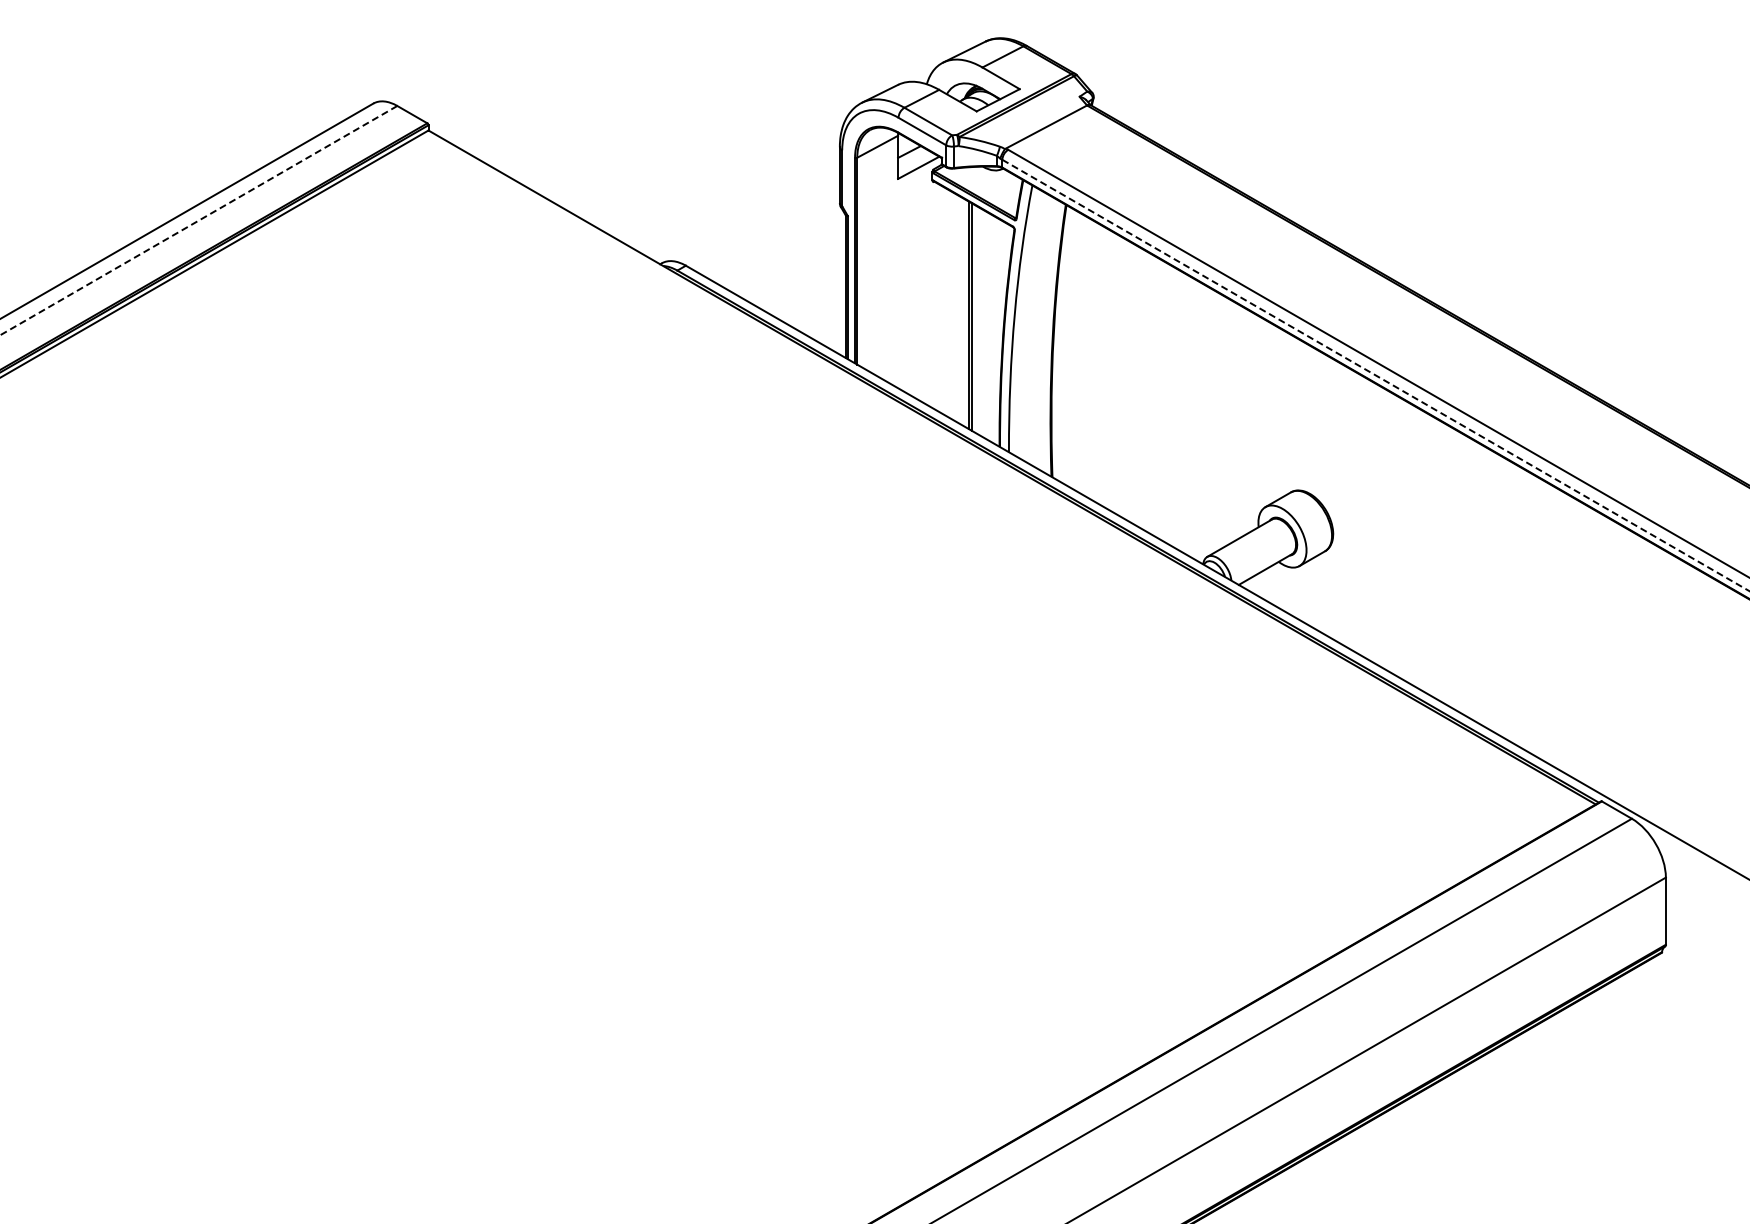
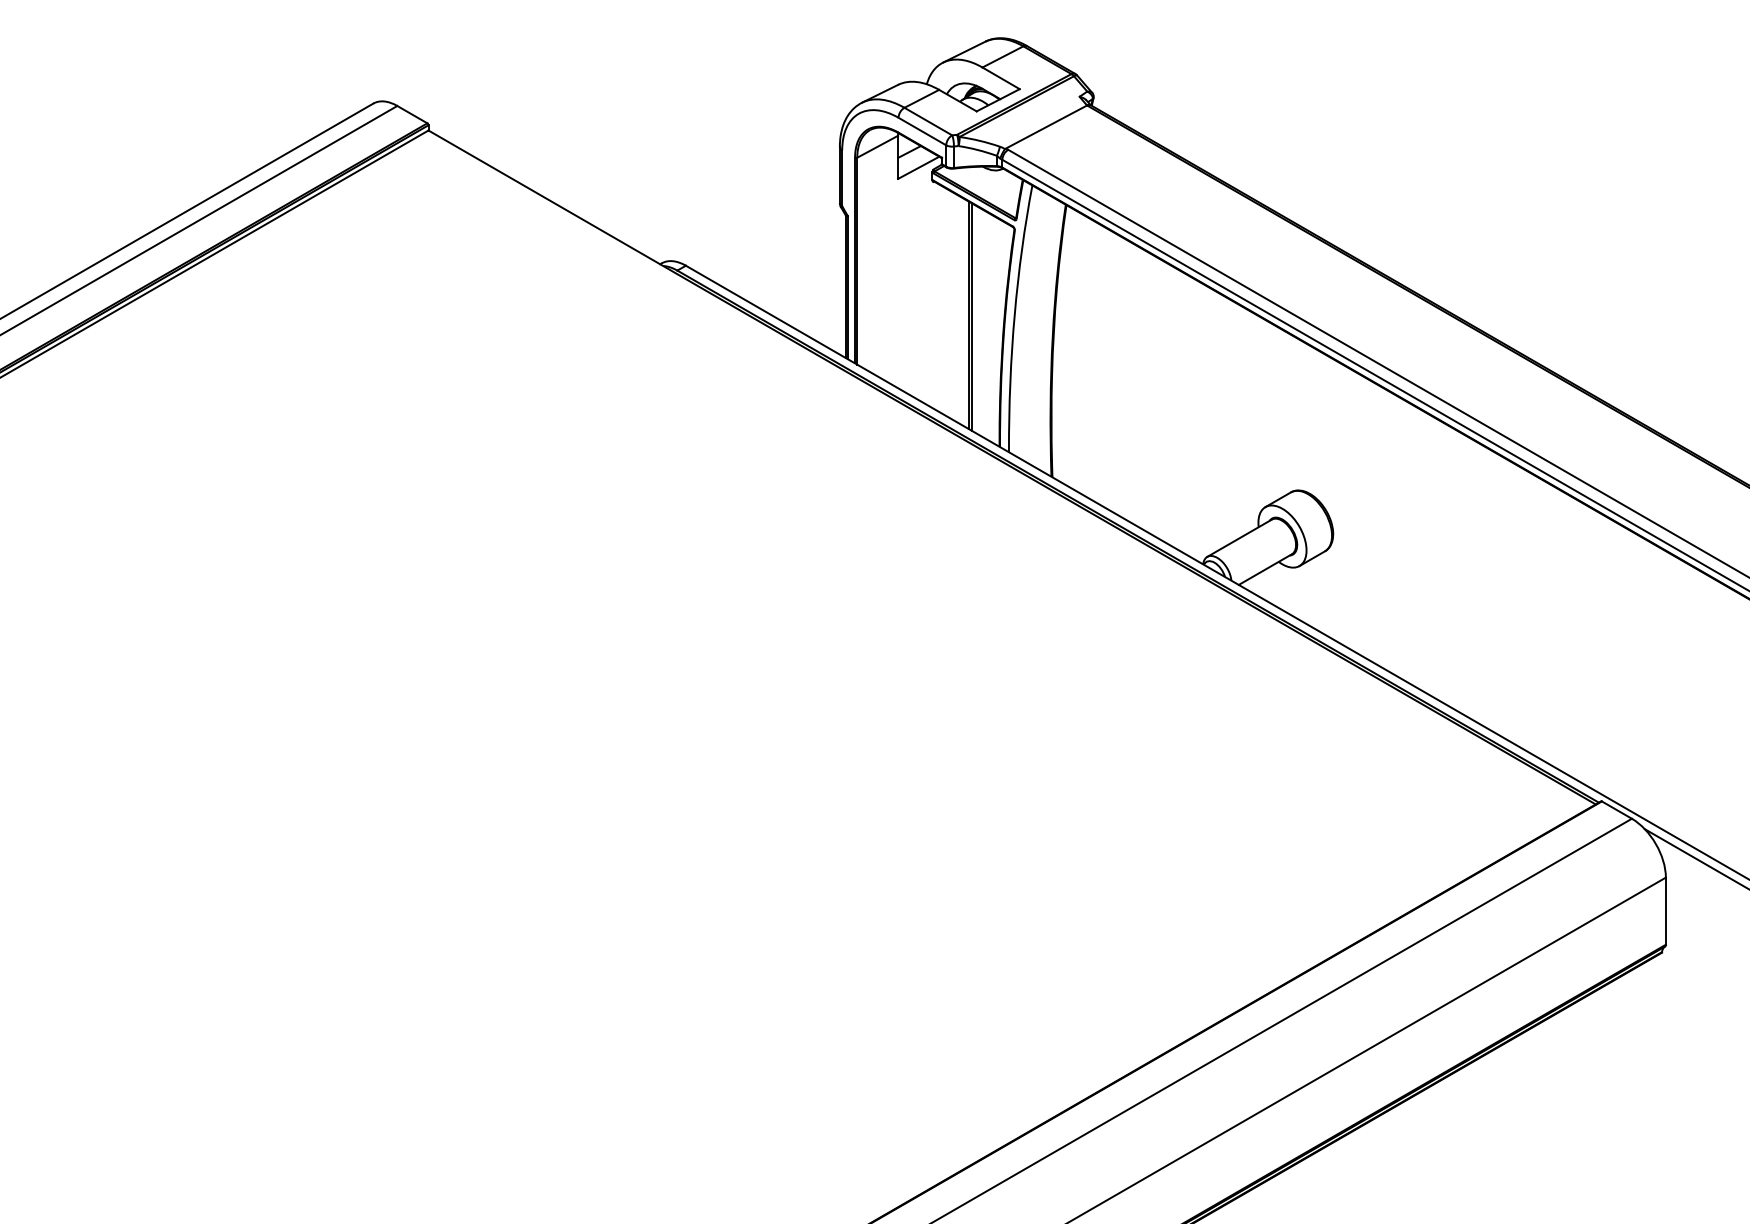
line at (199, 220): dashed -> solid
line at (1376, 375): dashed -> solid
line at (1695, 858): none -> present
